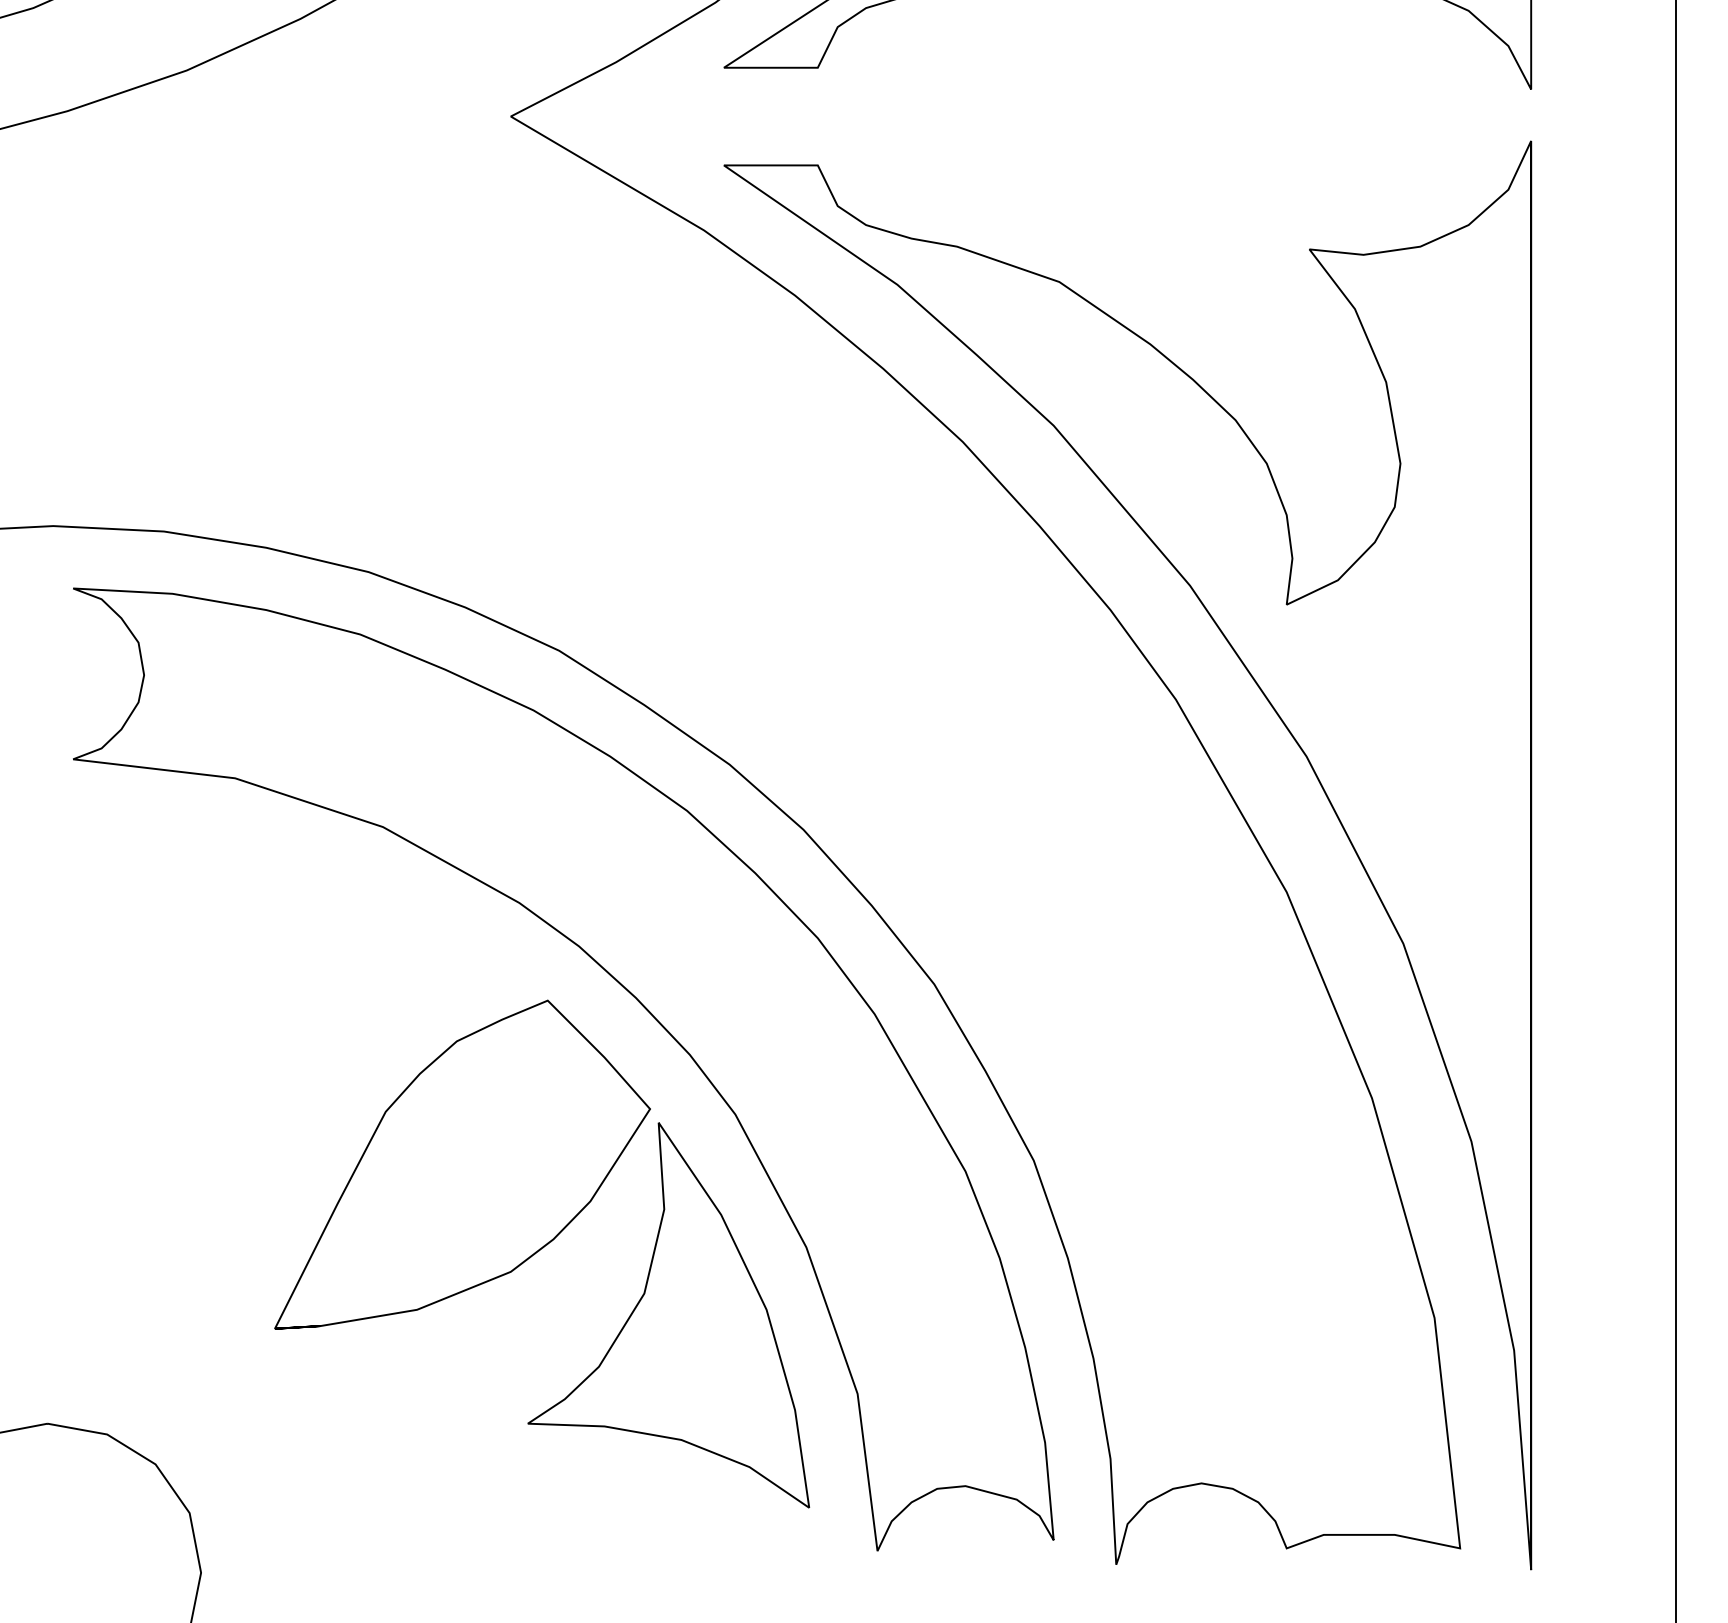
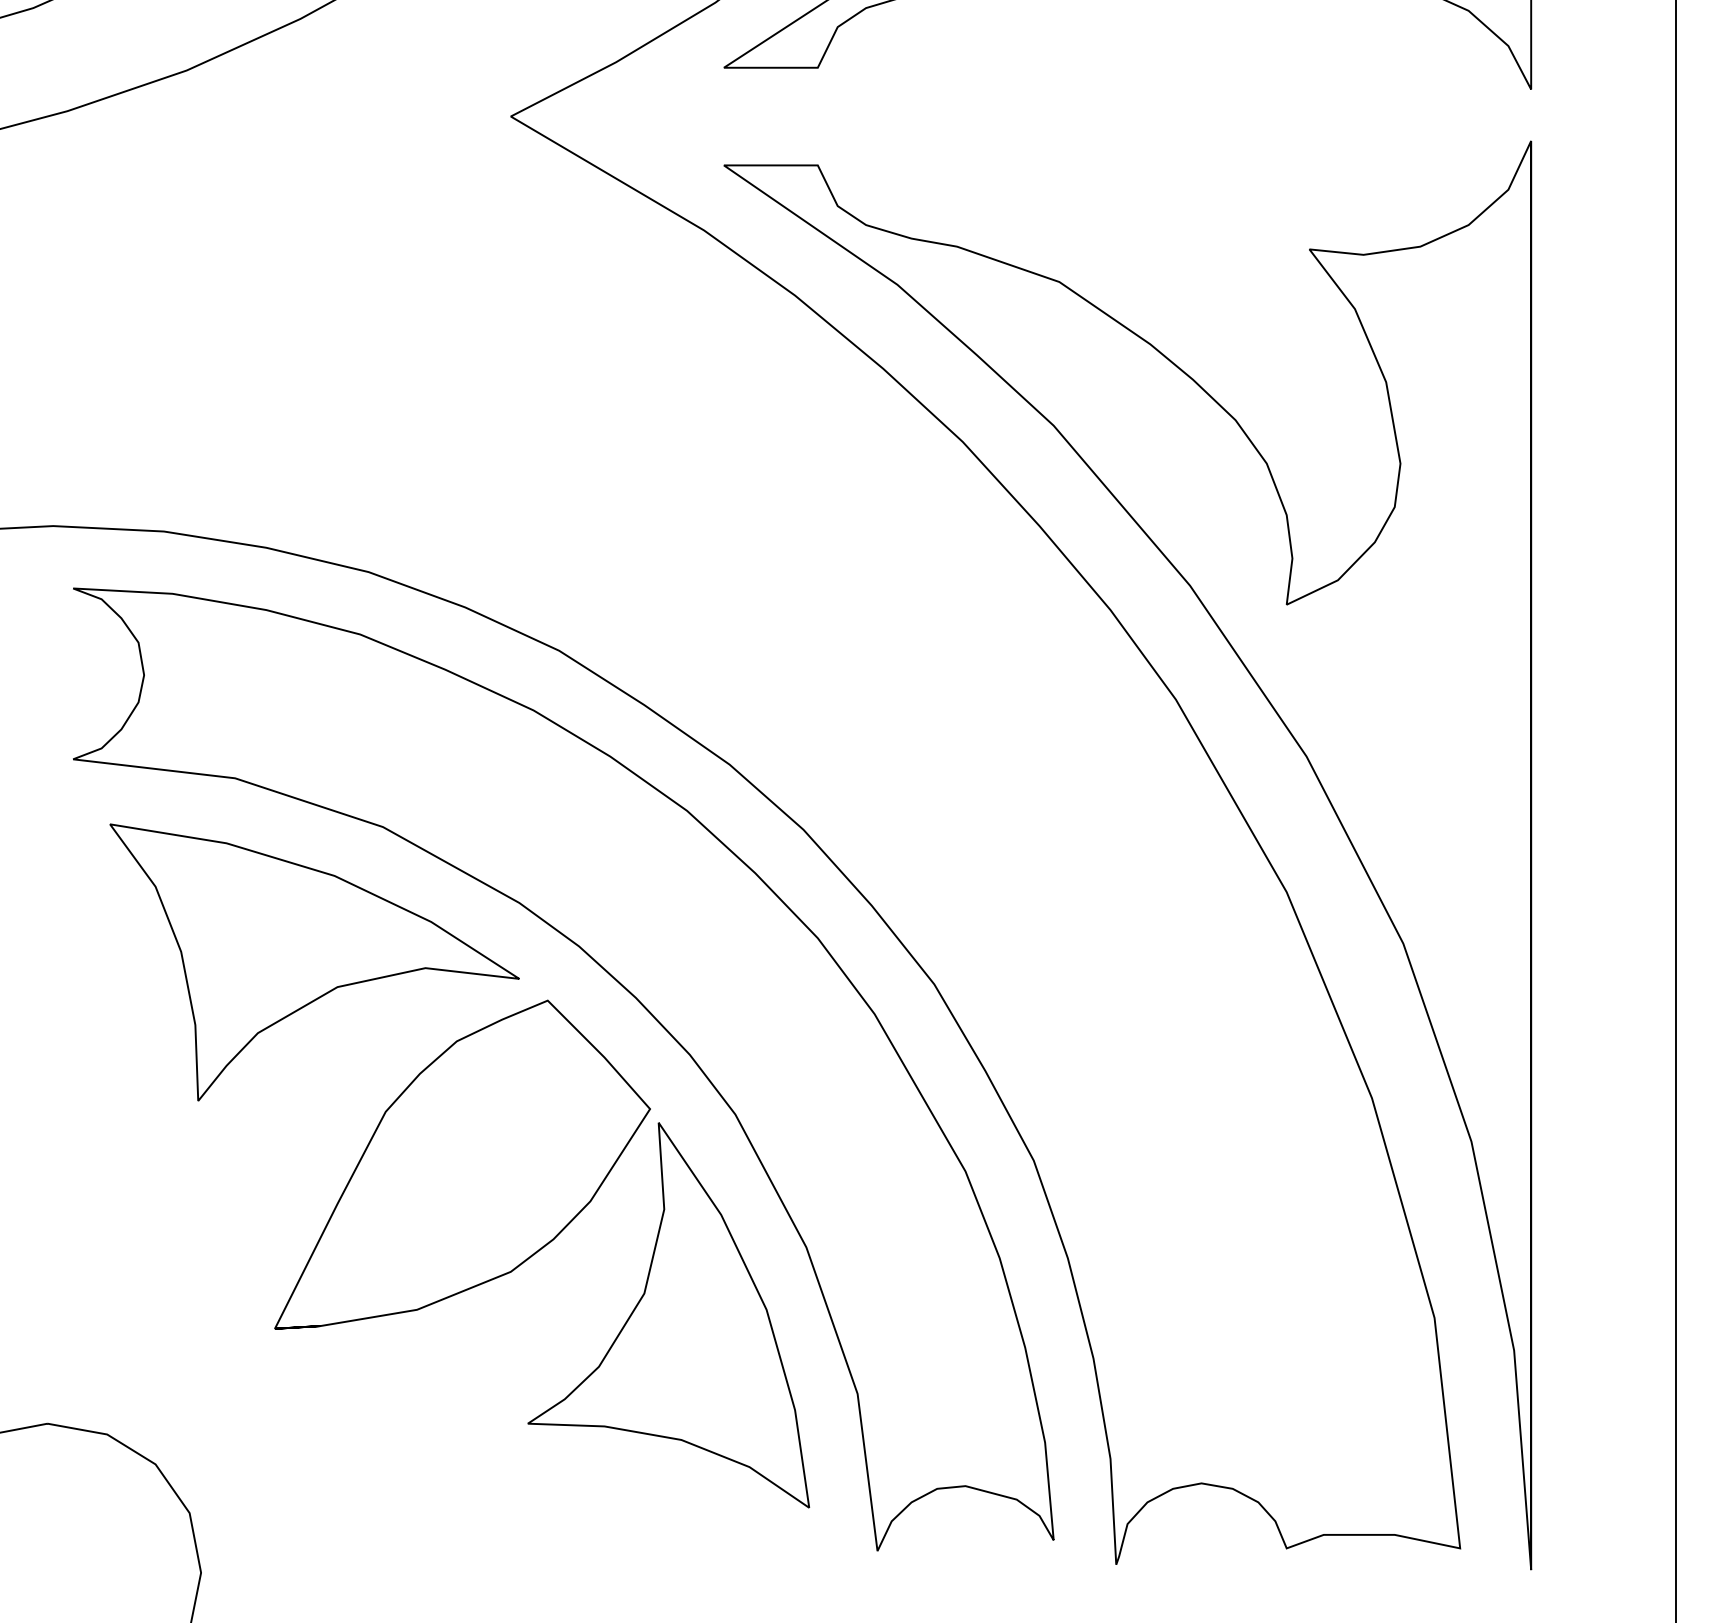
part at (314, 962): none -> present
